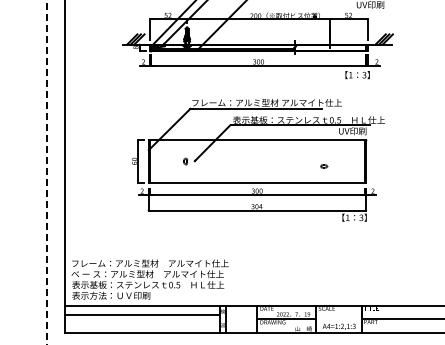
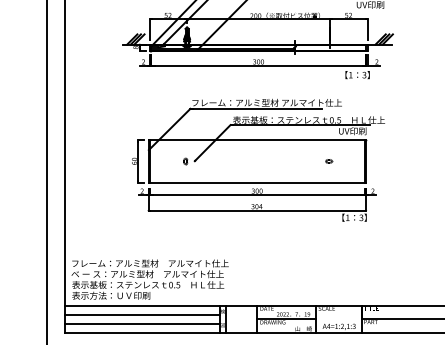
part at (324, 166) position: (324, 166) -> (329, 161)
line at (47, 172): dashed -> solid
line at (142, 323): none -> present
